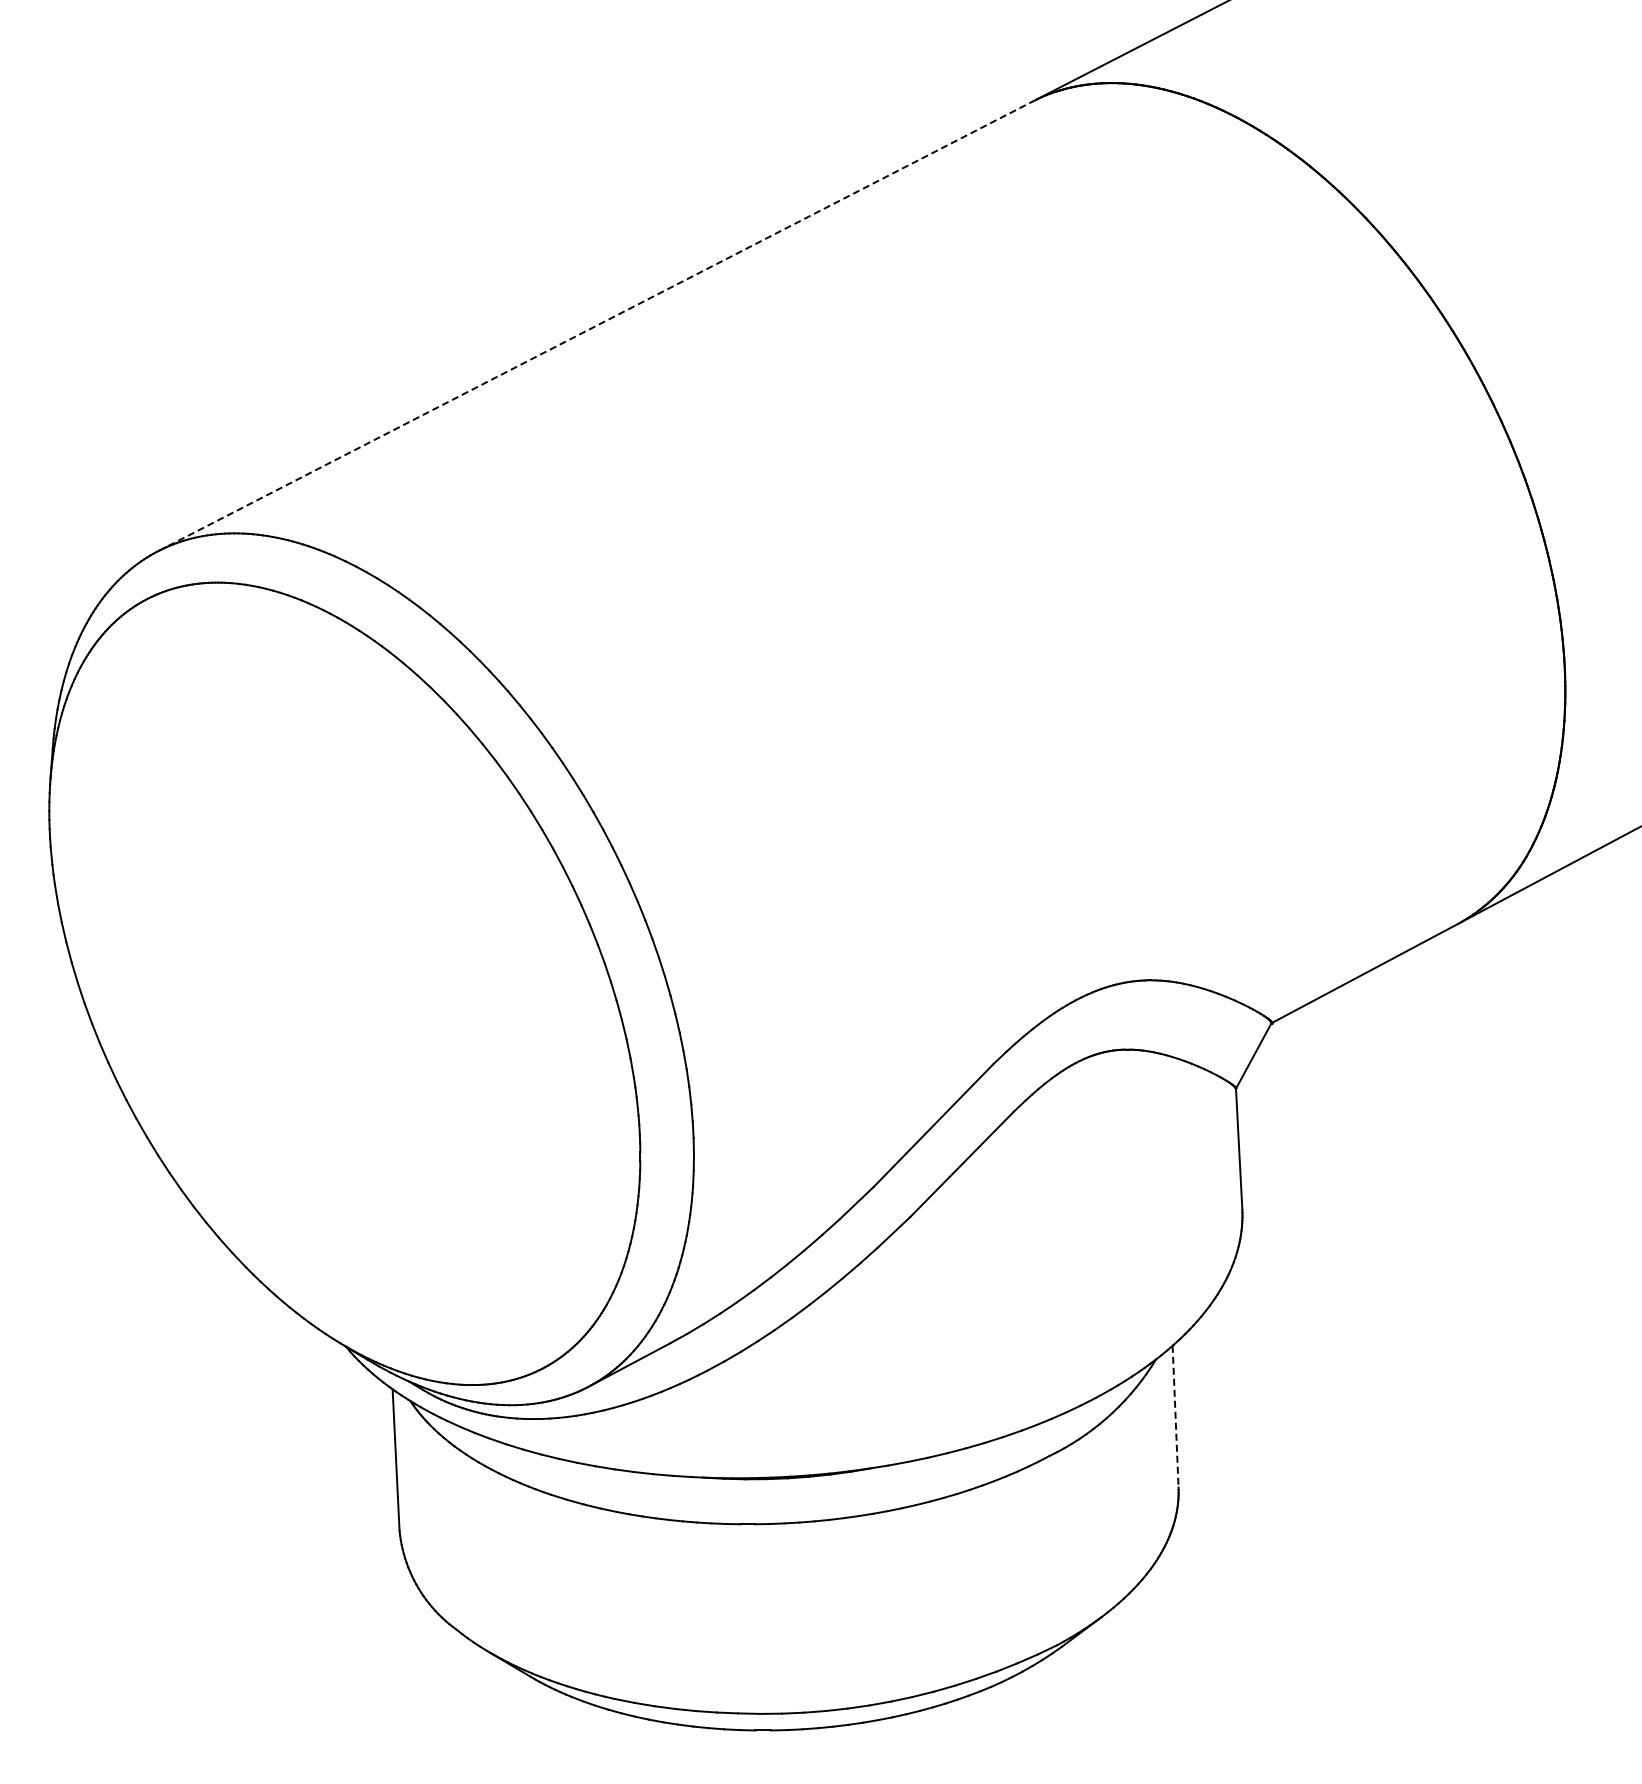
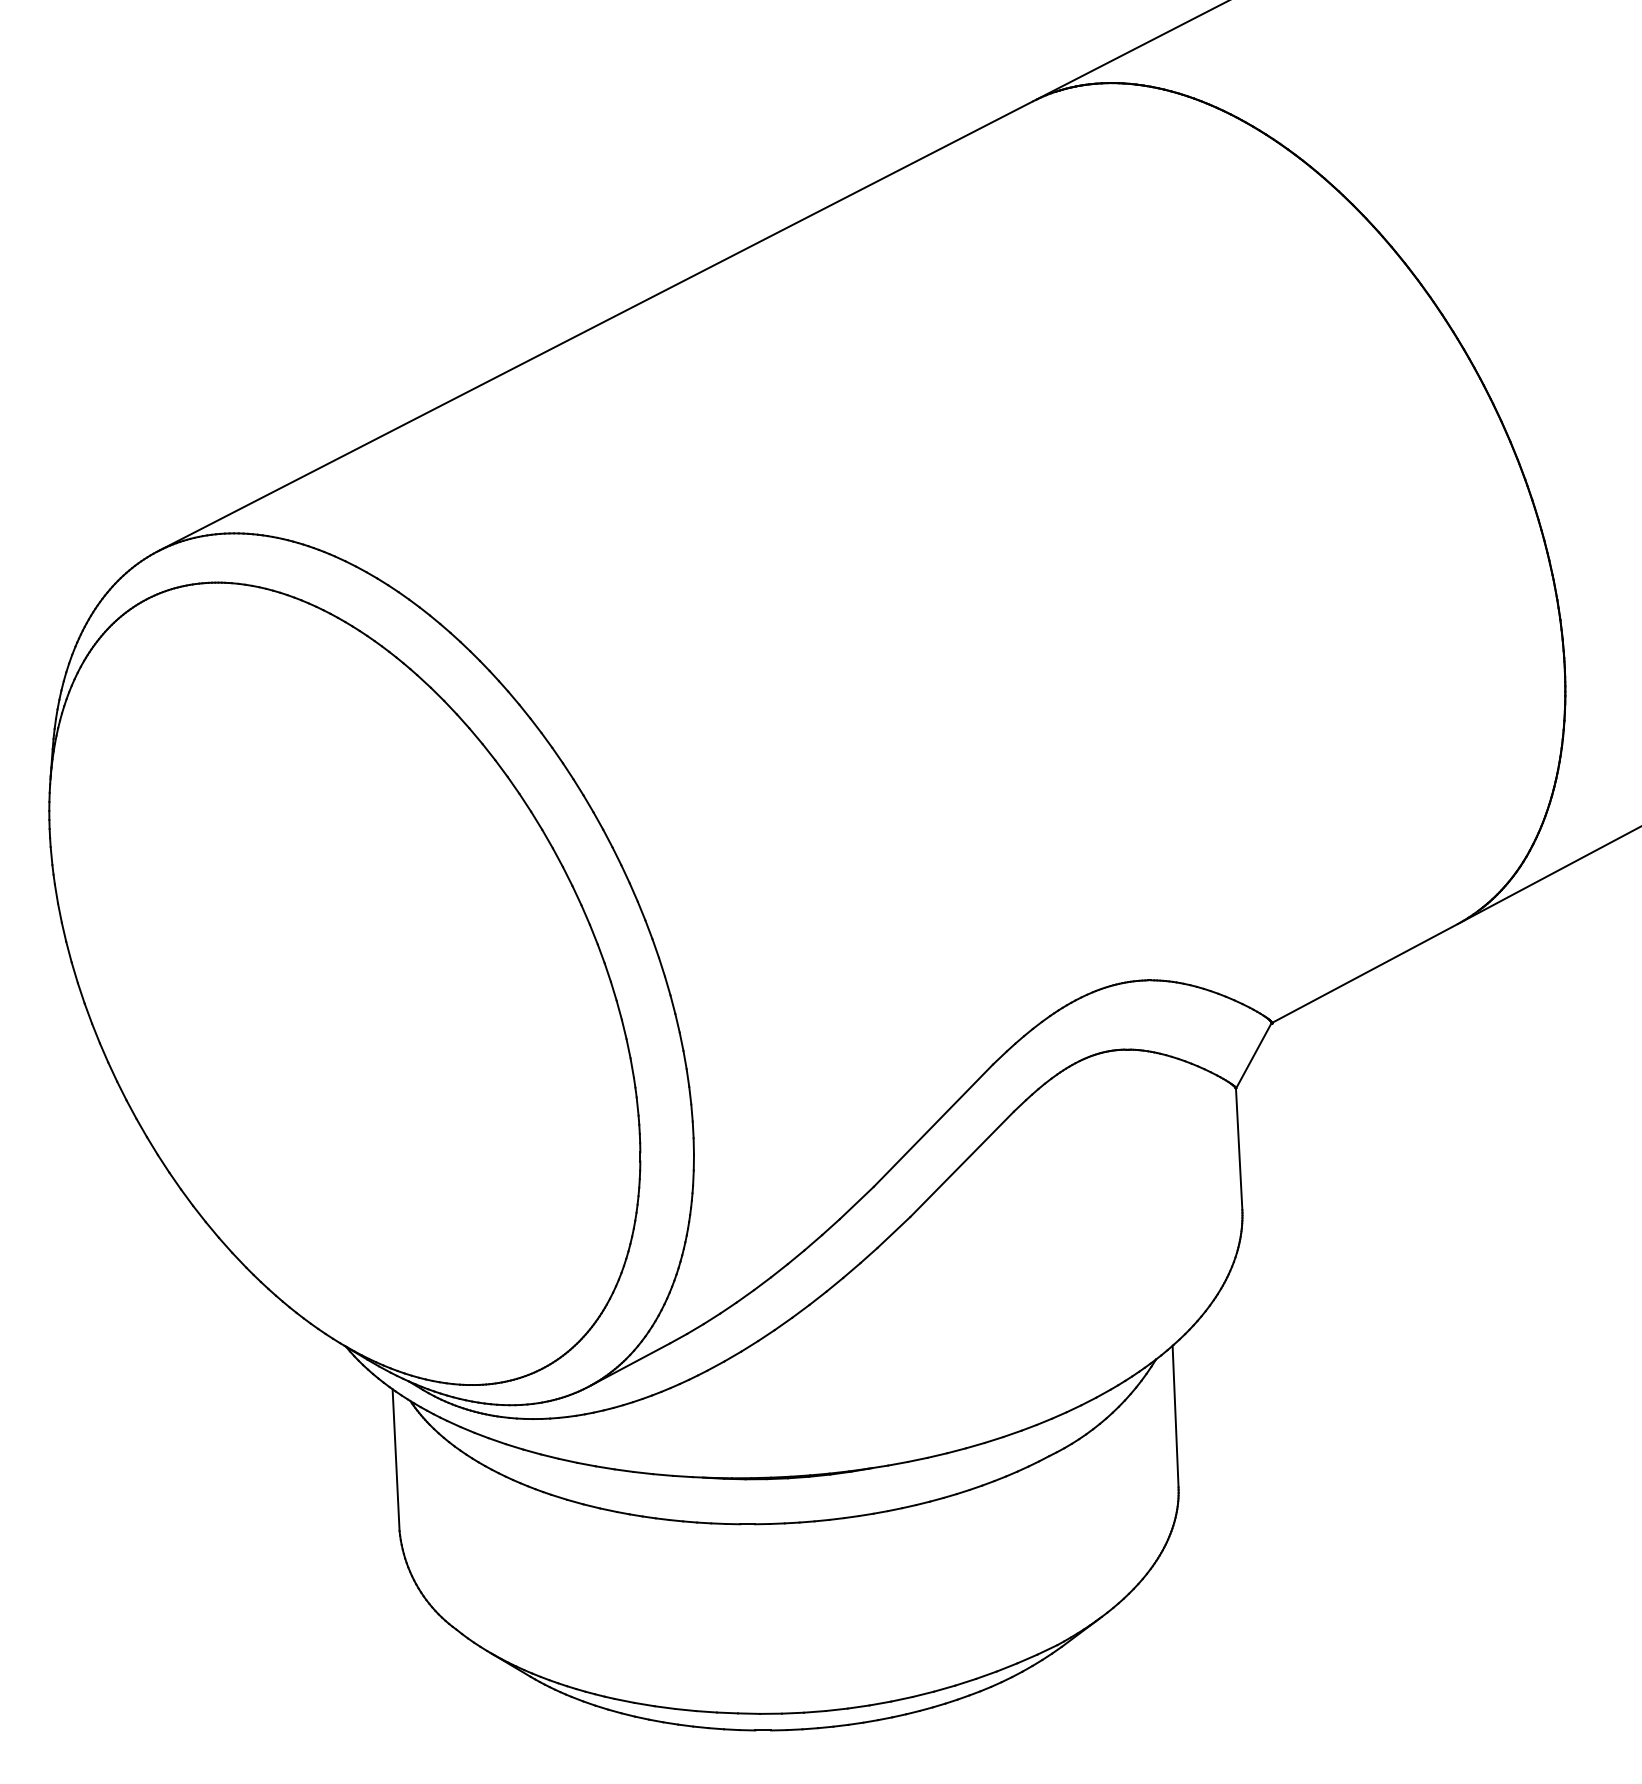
line at (595, 326): dashed -> solid
line at (1175, 1416): dashed -> solid
